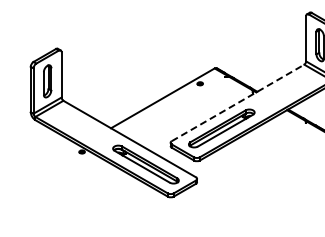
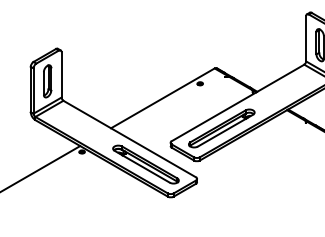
line at (238, 102): dashed -> solid
line at (41, 168): none -> present
